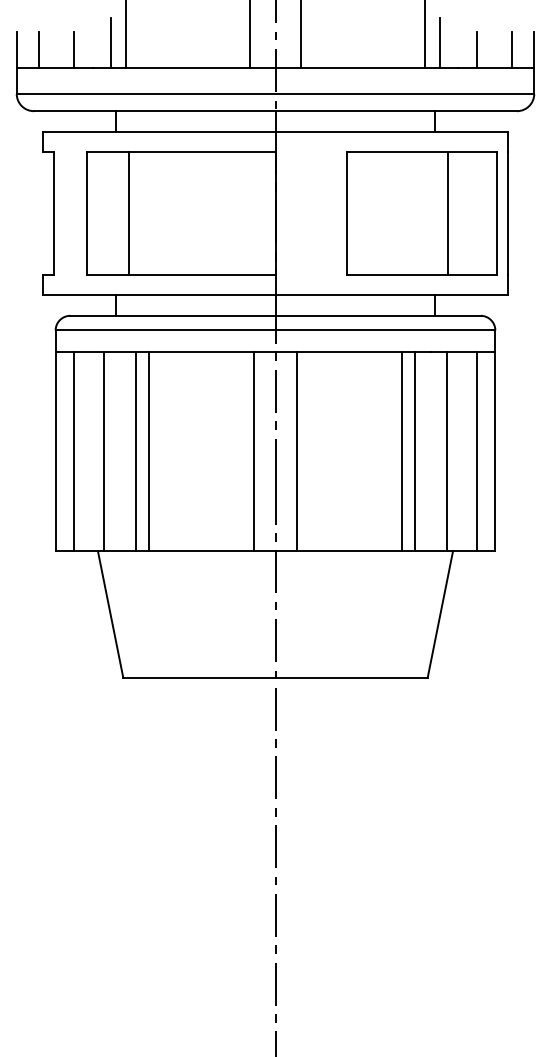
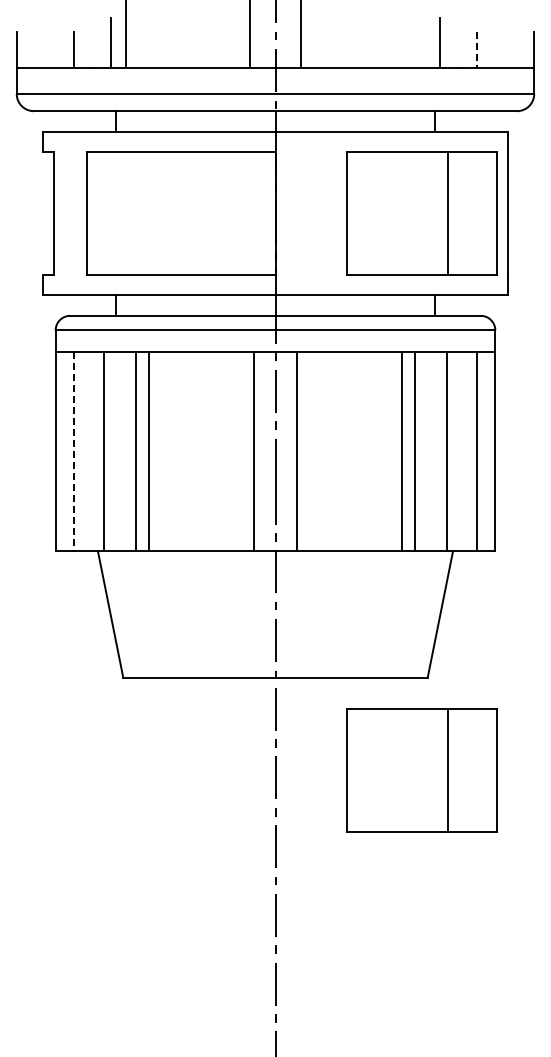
line at (424, 35): present -> none
line at (38, 49): present -> none
line at (512, 49): present -> none
line at (476, 50): solid -> dashed
line at (128, 213): present -> none
line at (74, 451): solid -> dashed
part at (421, 770): none -> present
